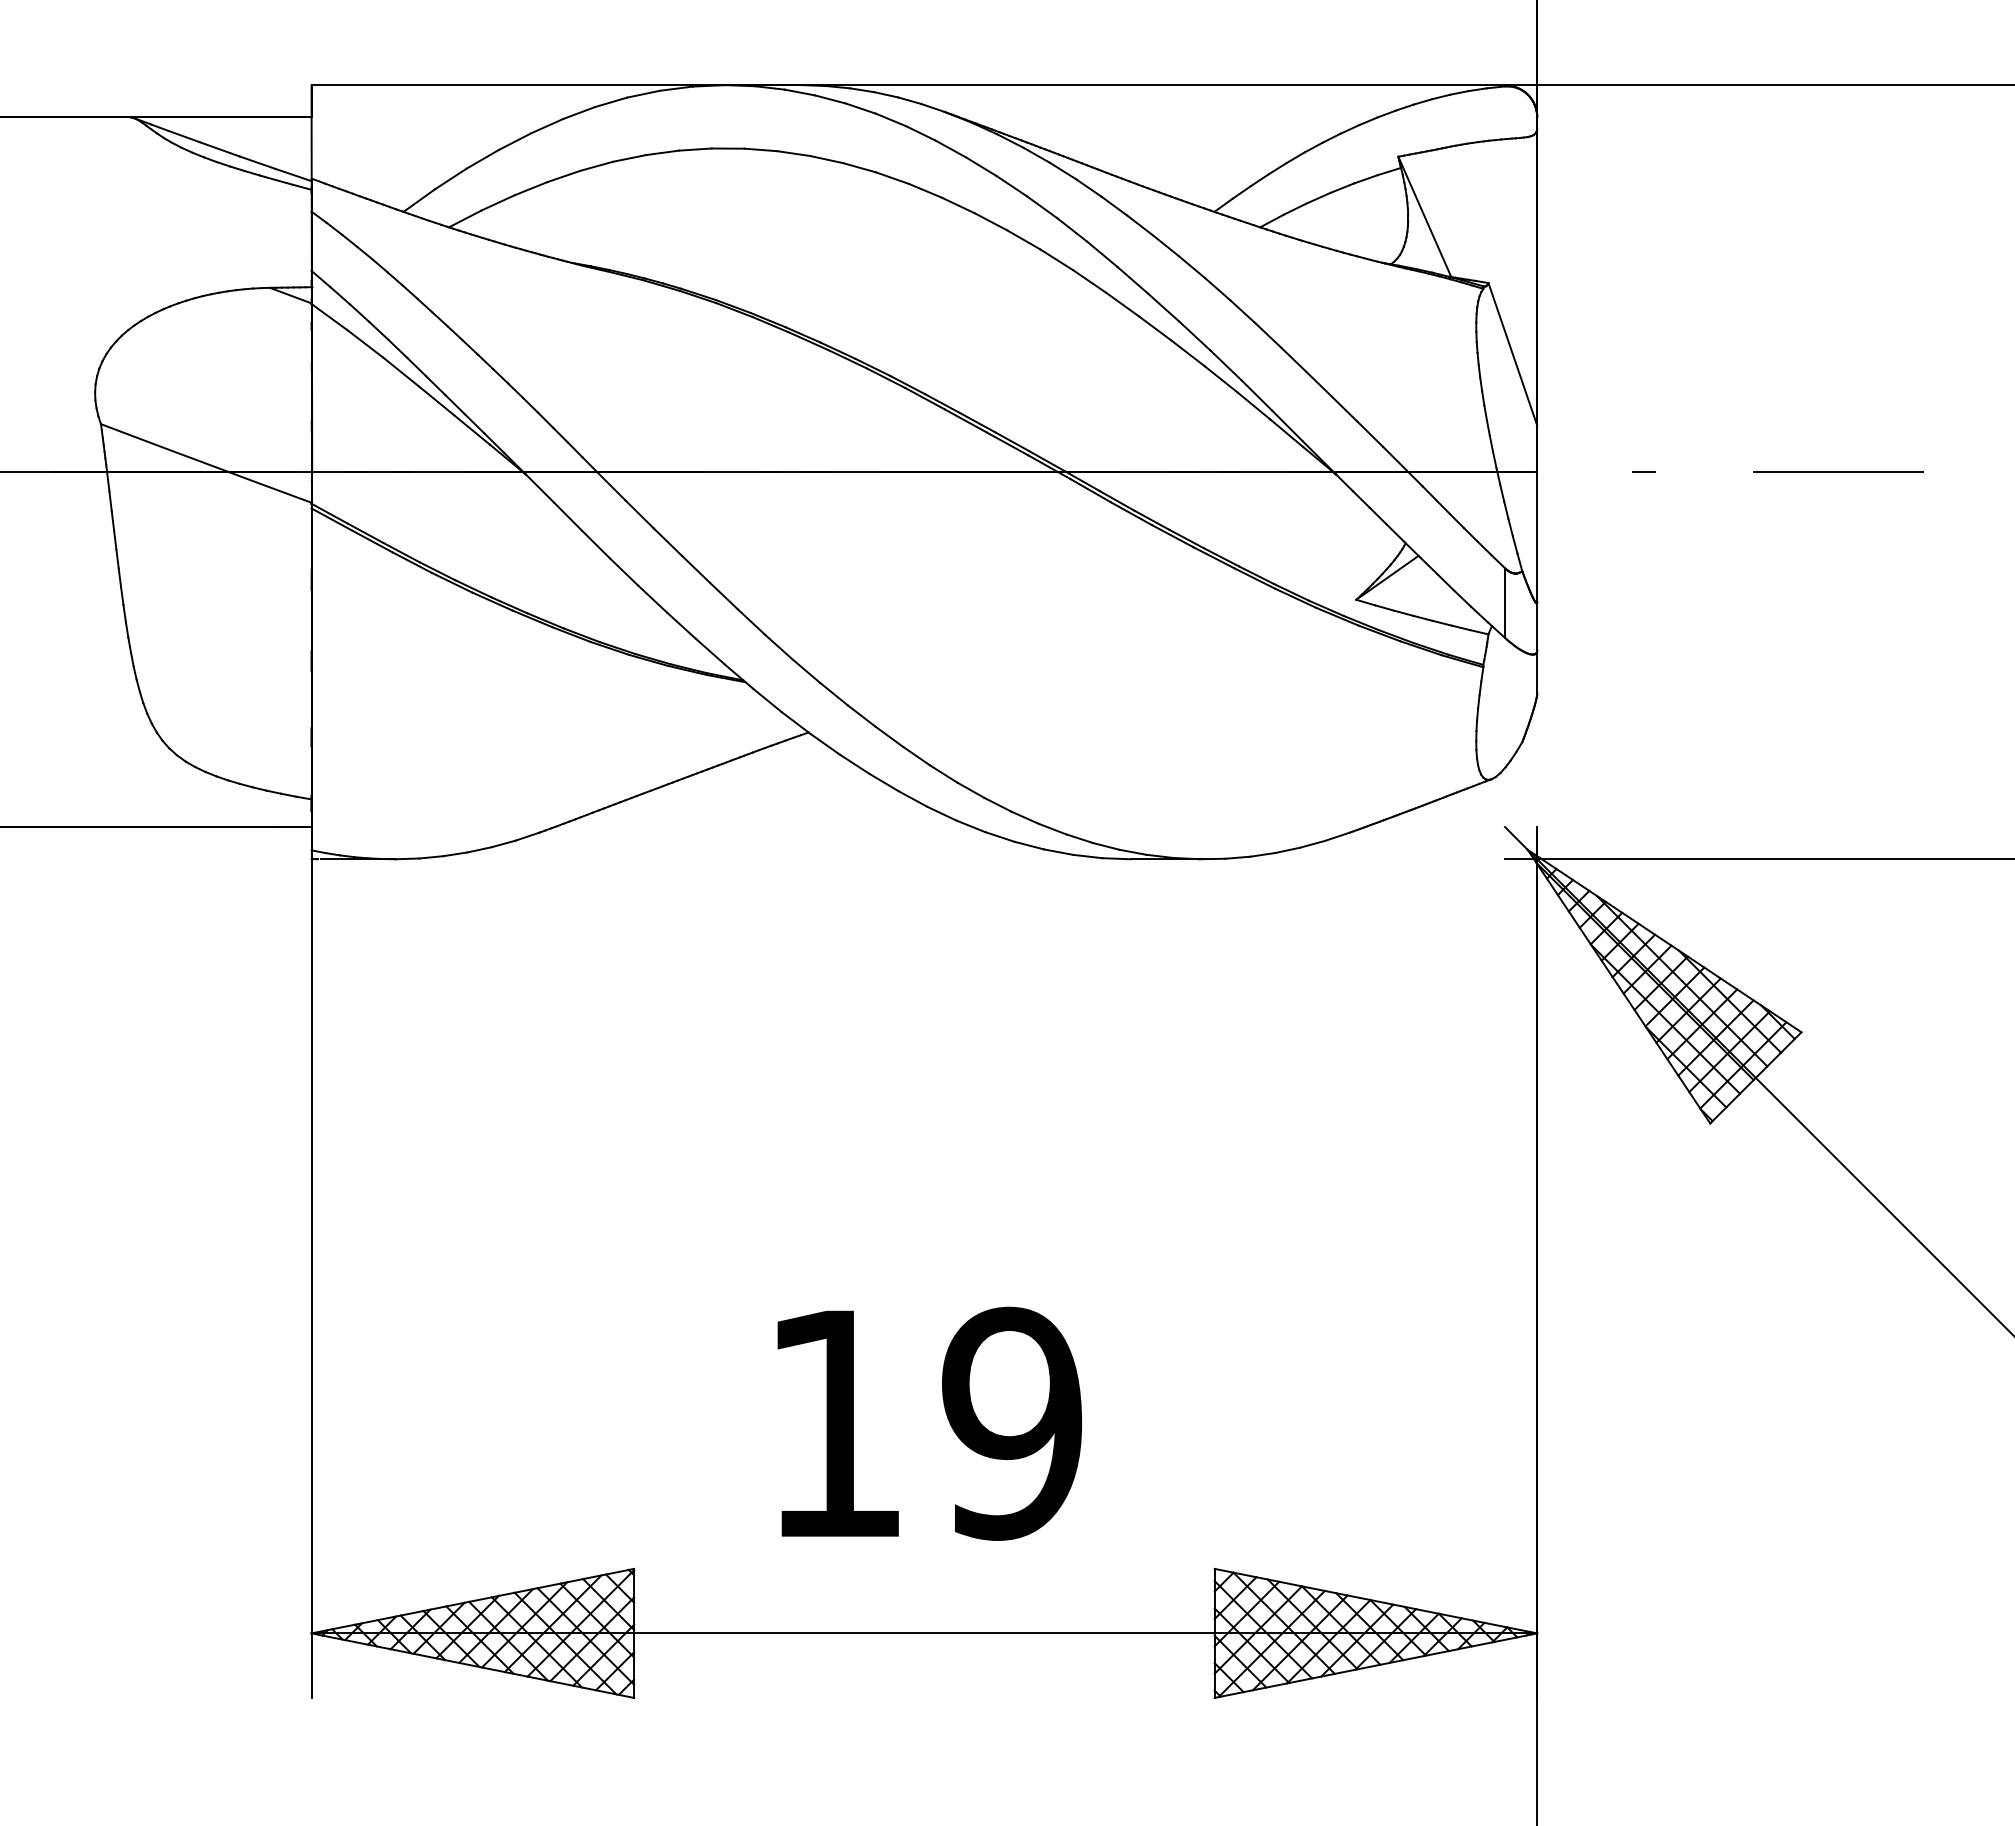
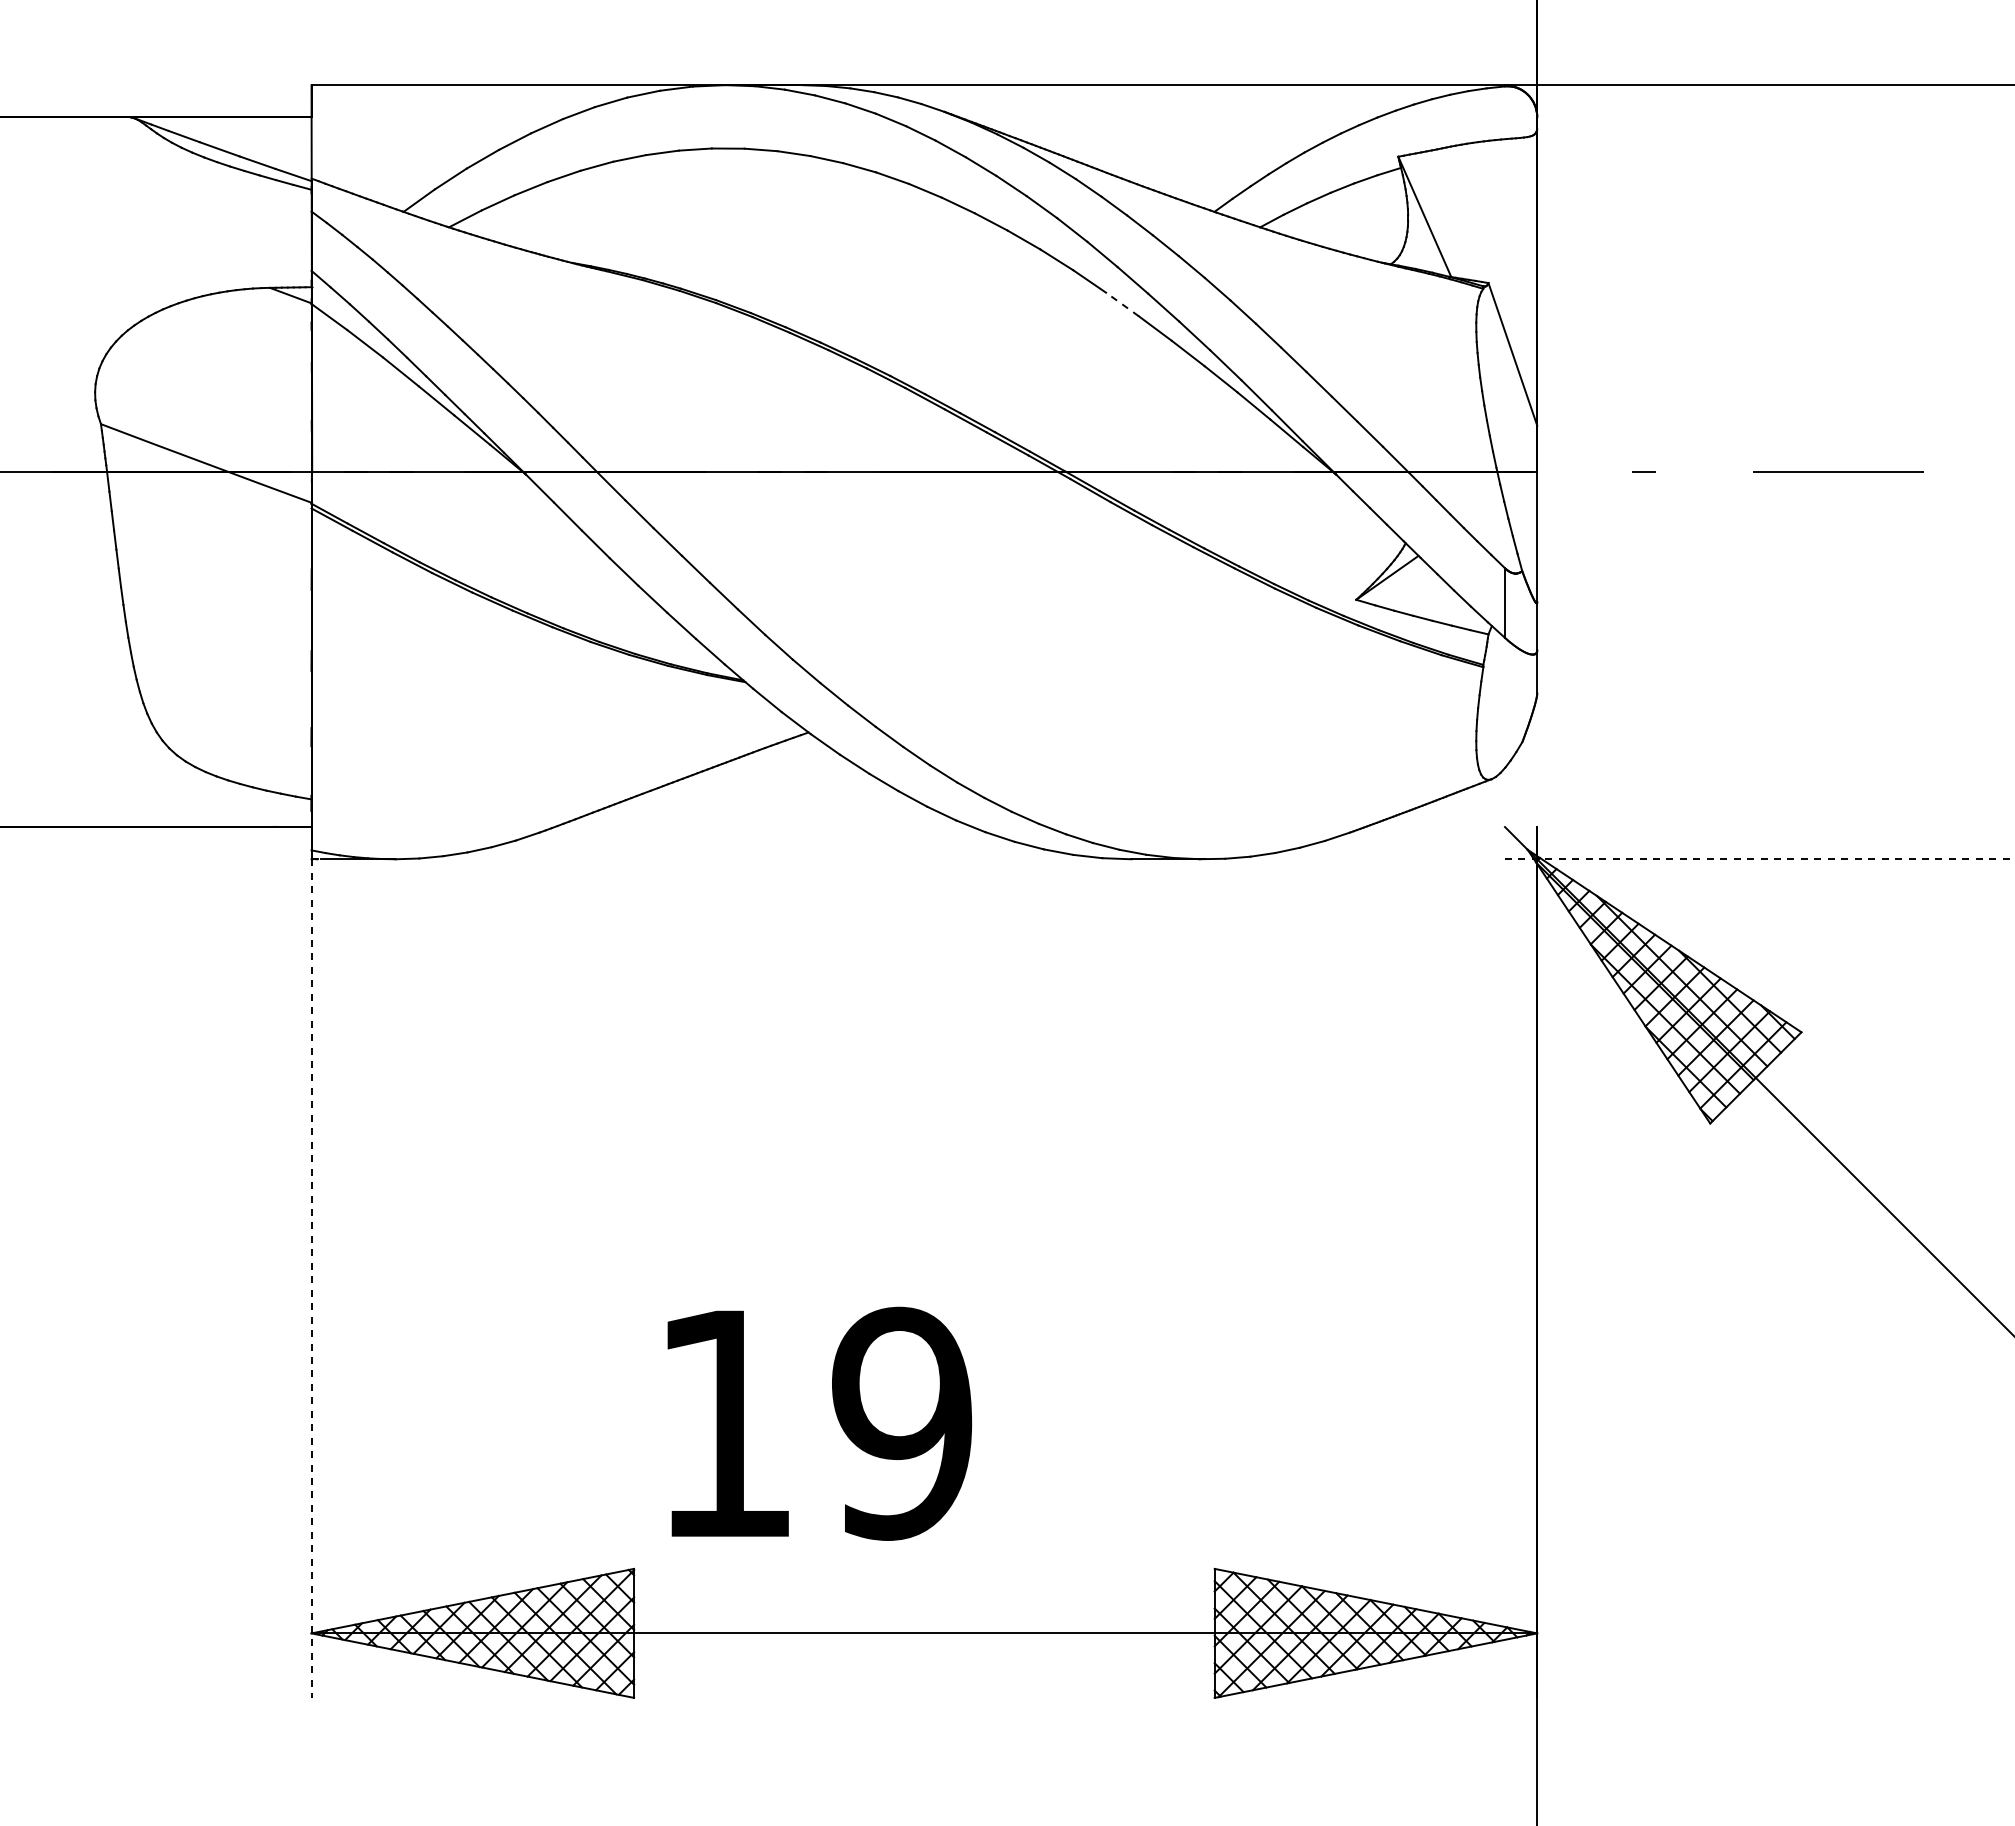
line at (1122, 304): solid -> dashed
line at (1759, 859): solid -> dashed
line at (311, 1279): solid -> dashed
text at (929, 1423) position: (929, 1423) -> (819, 1423)
